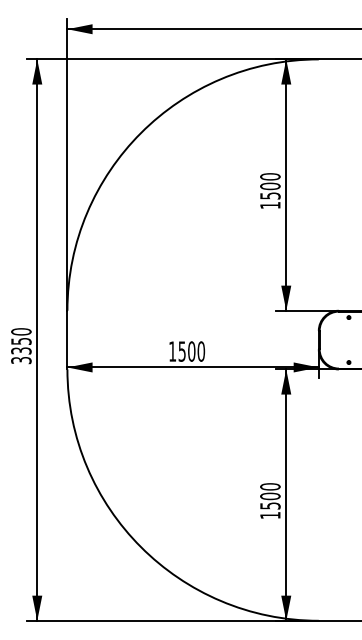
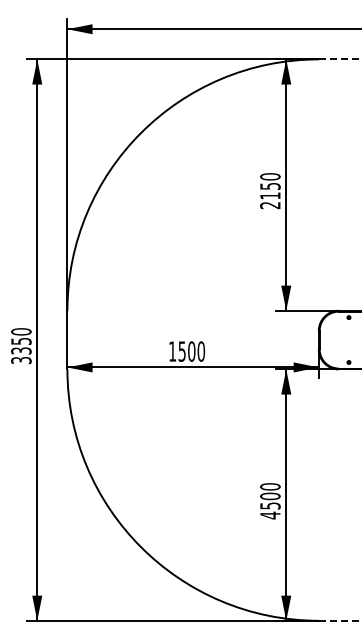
line at (340, 59): solid -> dashed
text at (270, 195): 1500 -> 2150
text at (270, 515): 1500 -> 4500
line at (340, 620): solid -> dashed
